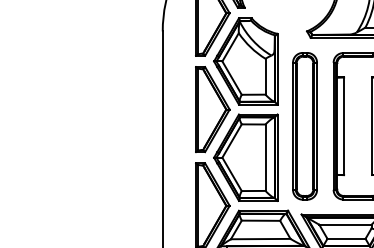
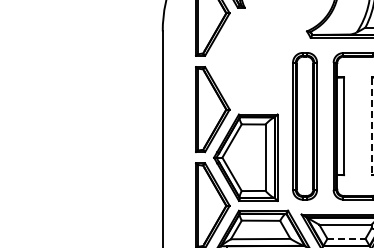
part at (245, 61): present -> none
line at (372, 126): solid -> dashed
line at (347, 238): solid -> dashed
